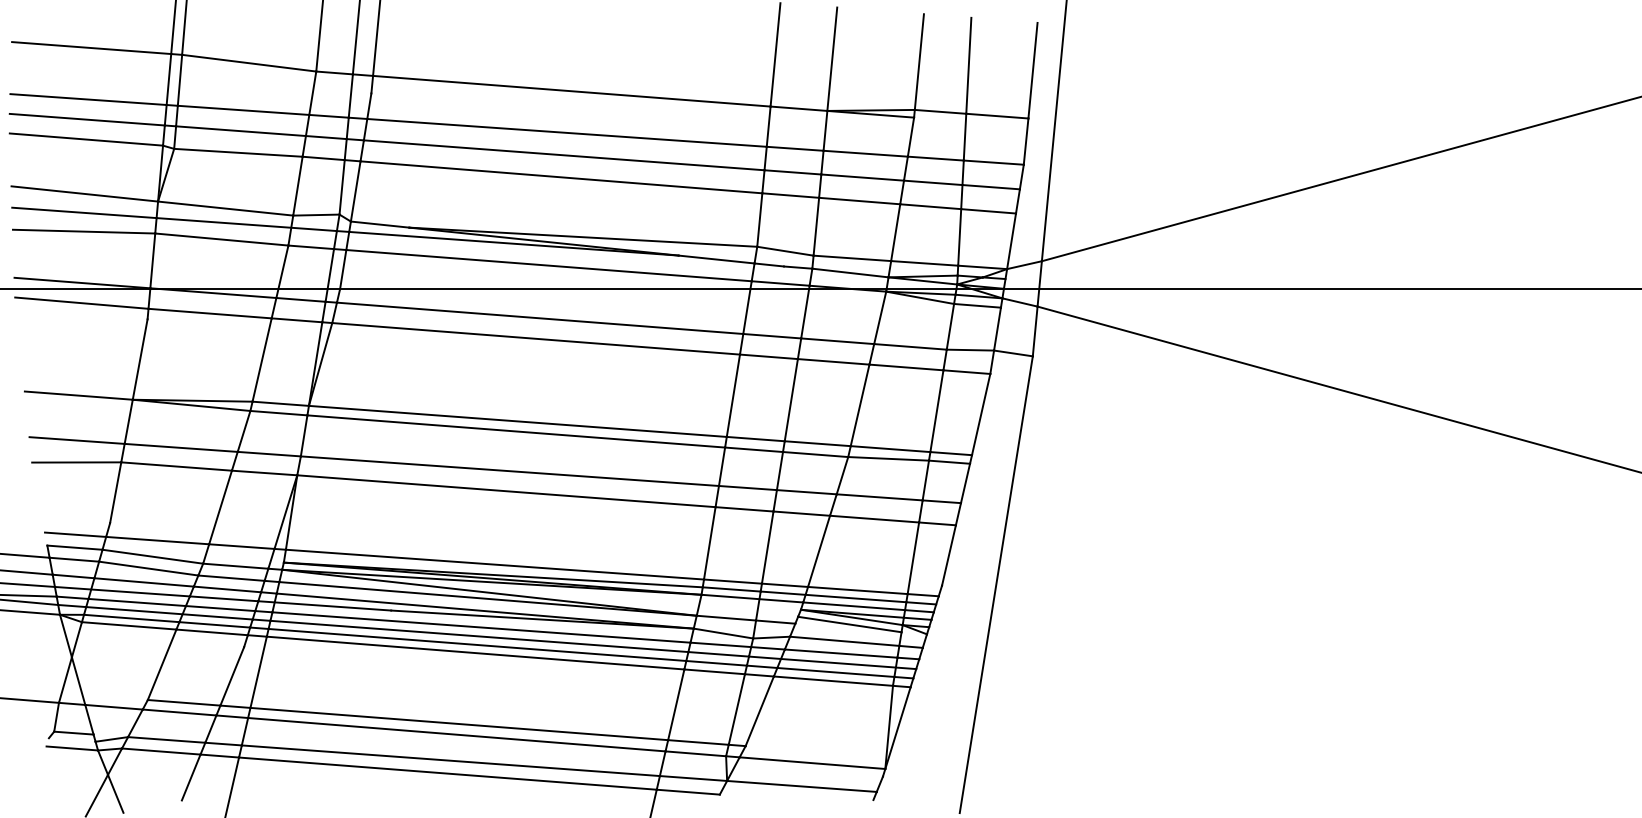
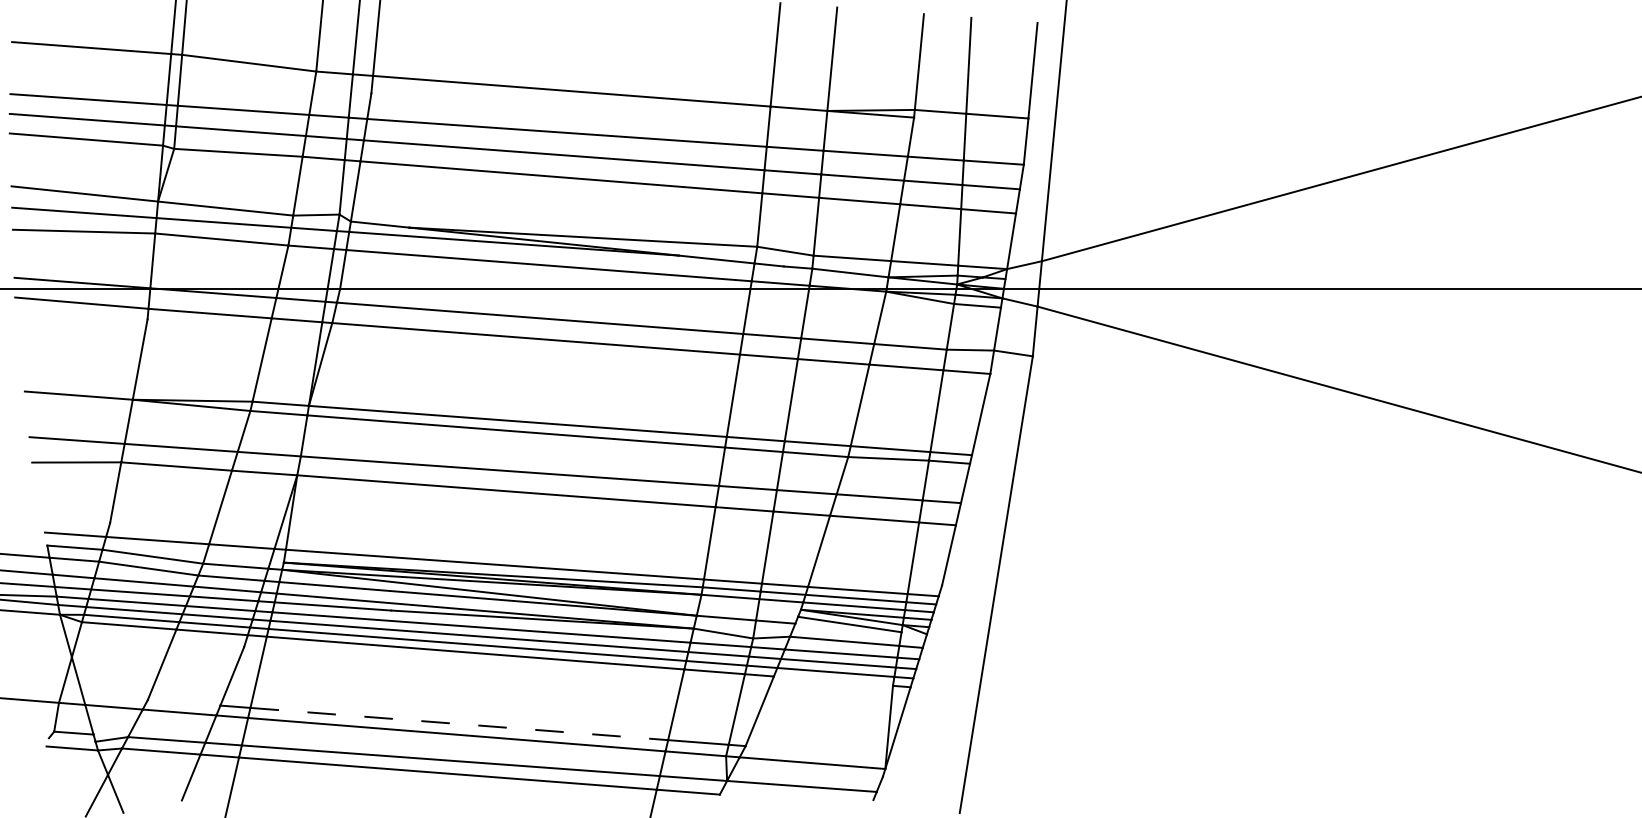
line at (832, 680): present -> none
line at (183, 702): present -> none
line at (459, 724): solid -> dashed
